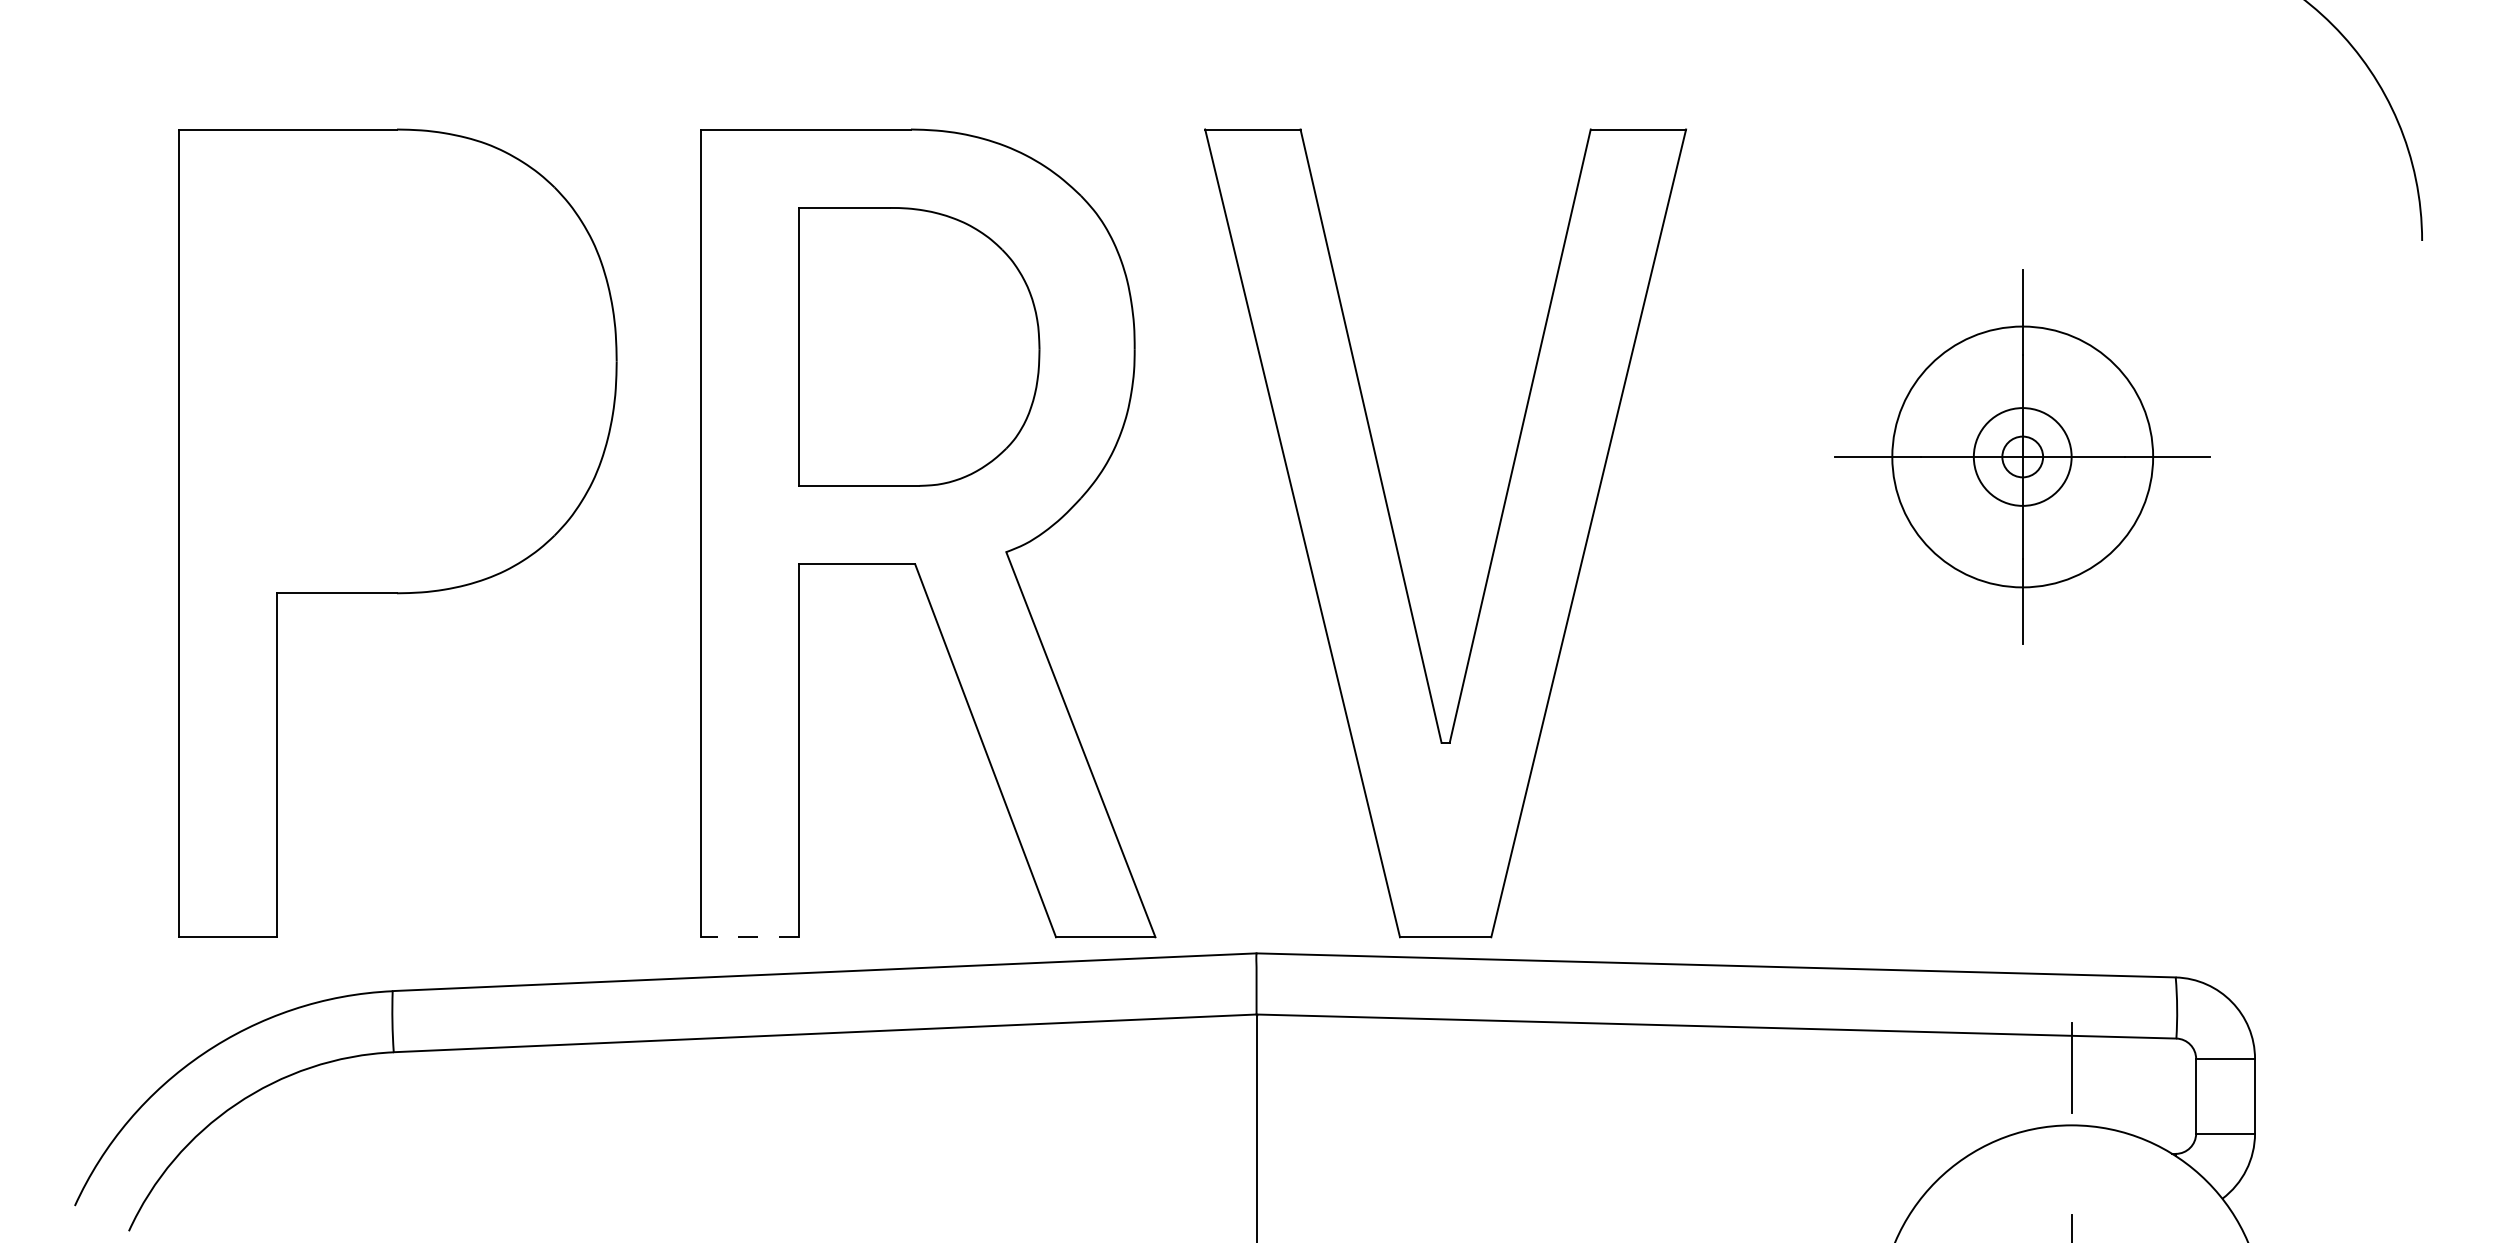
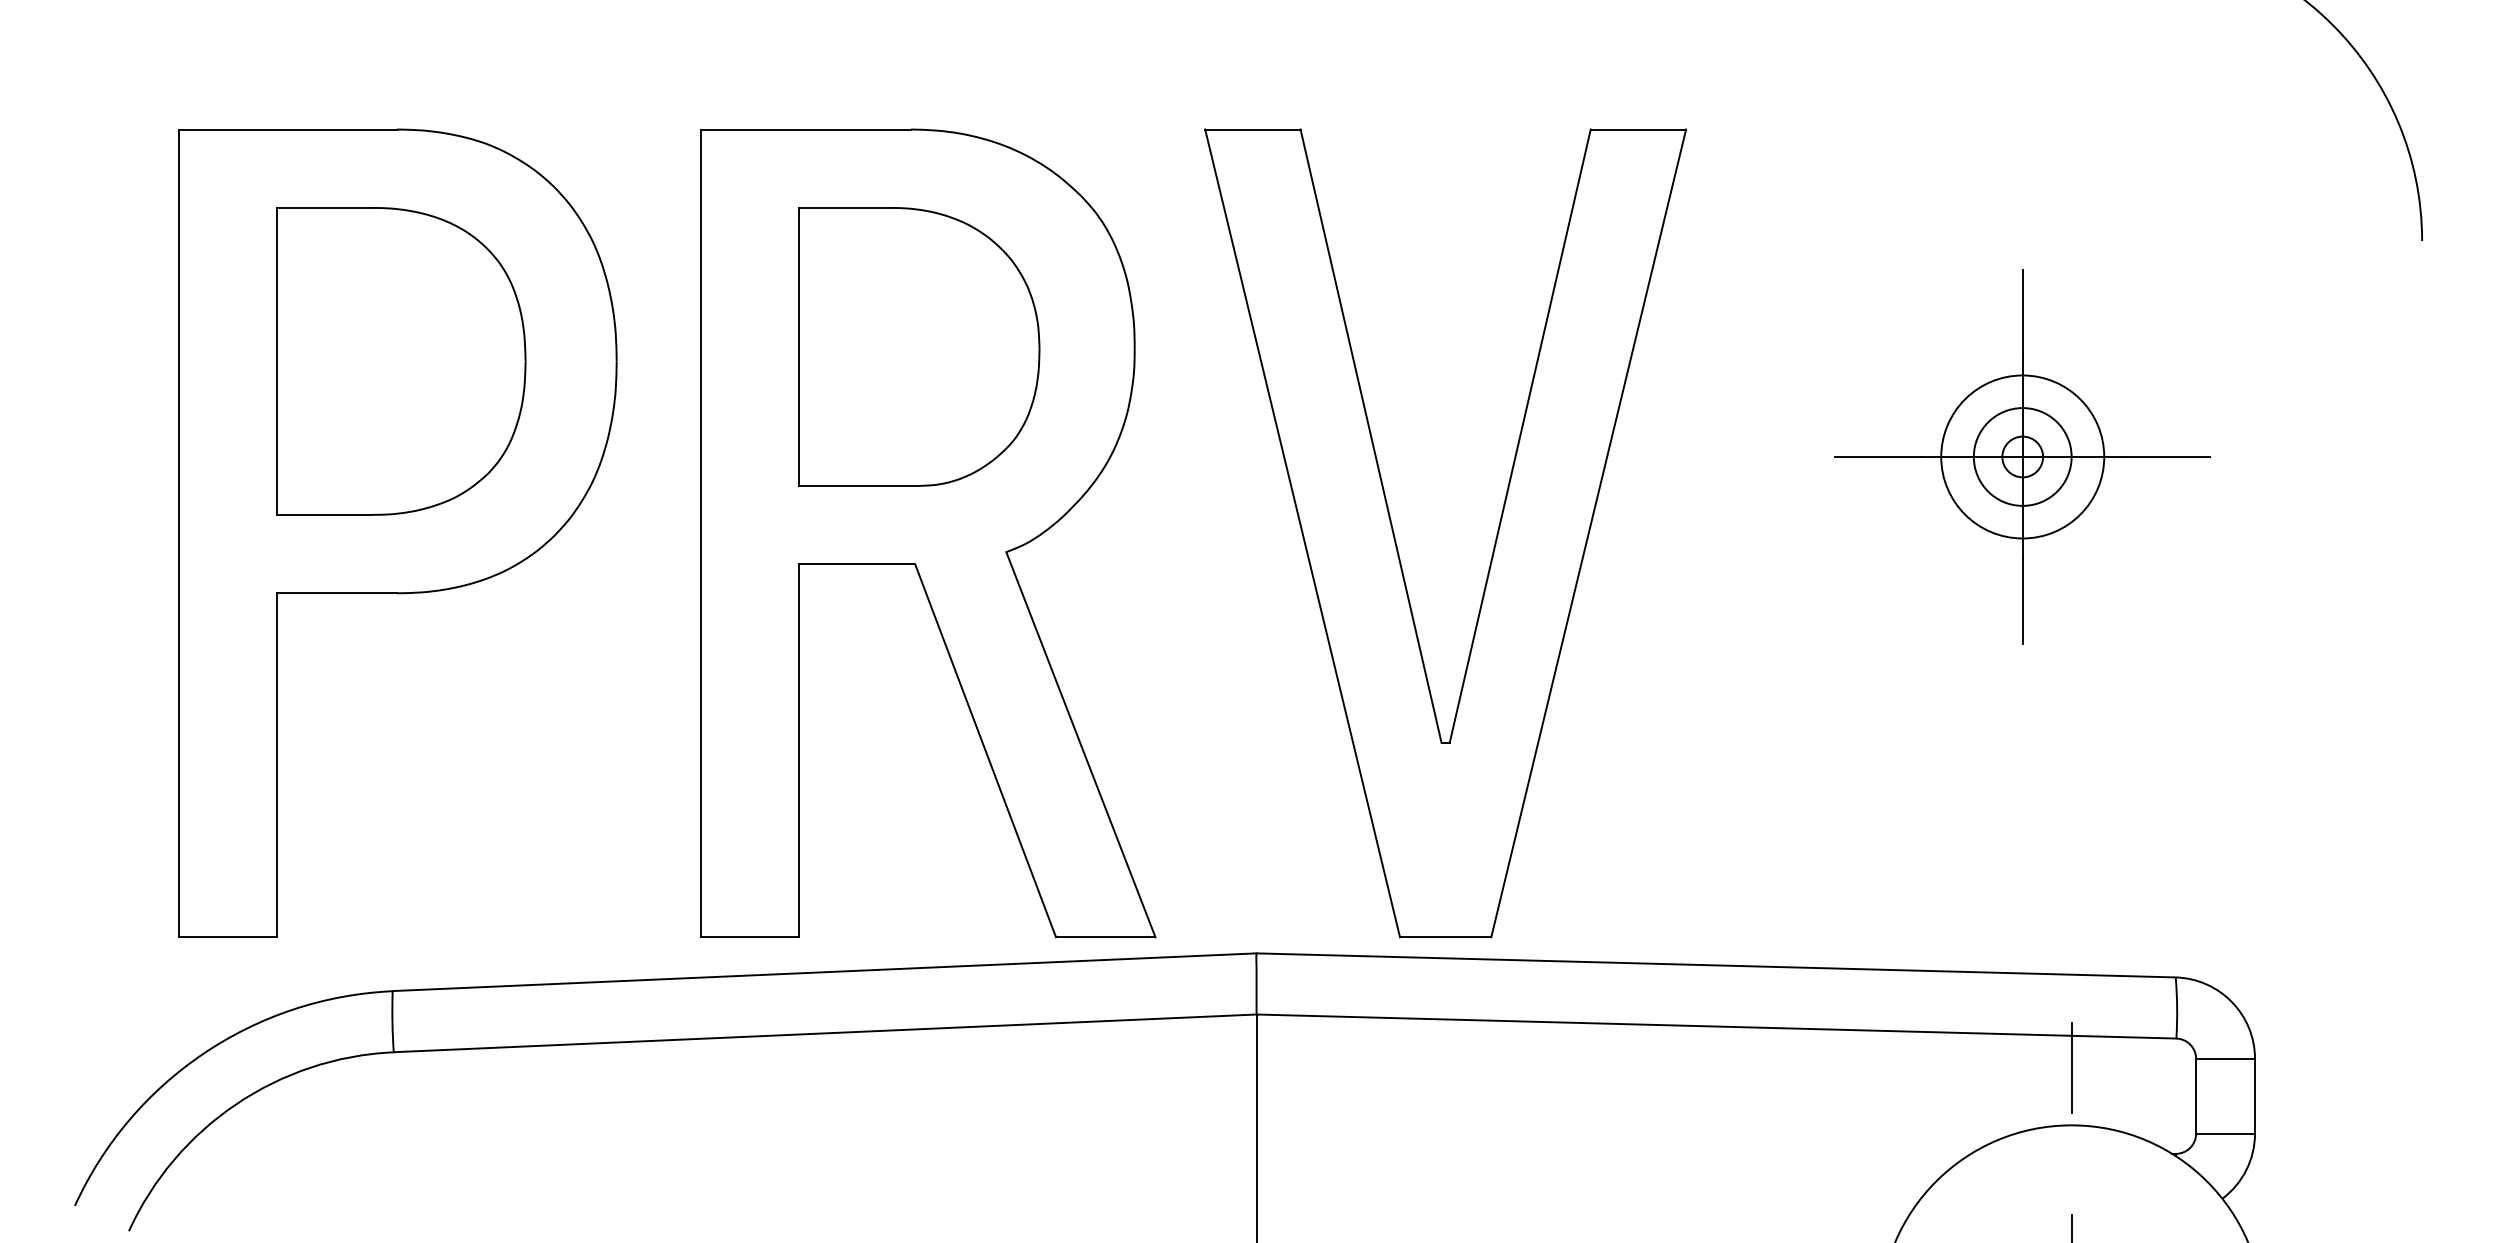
part at (401, 361): none -> present
circle at (2022, 456) diameter: 261 px -> 163 px
line at (749, 937): dashed -> solid
